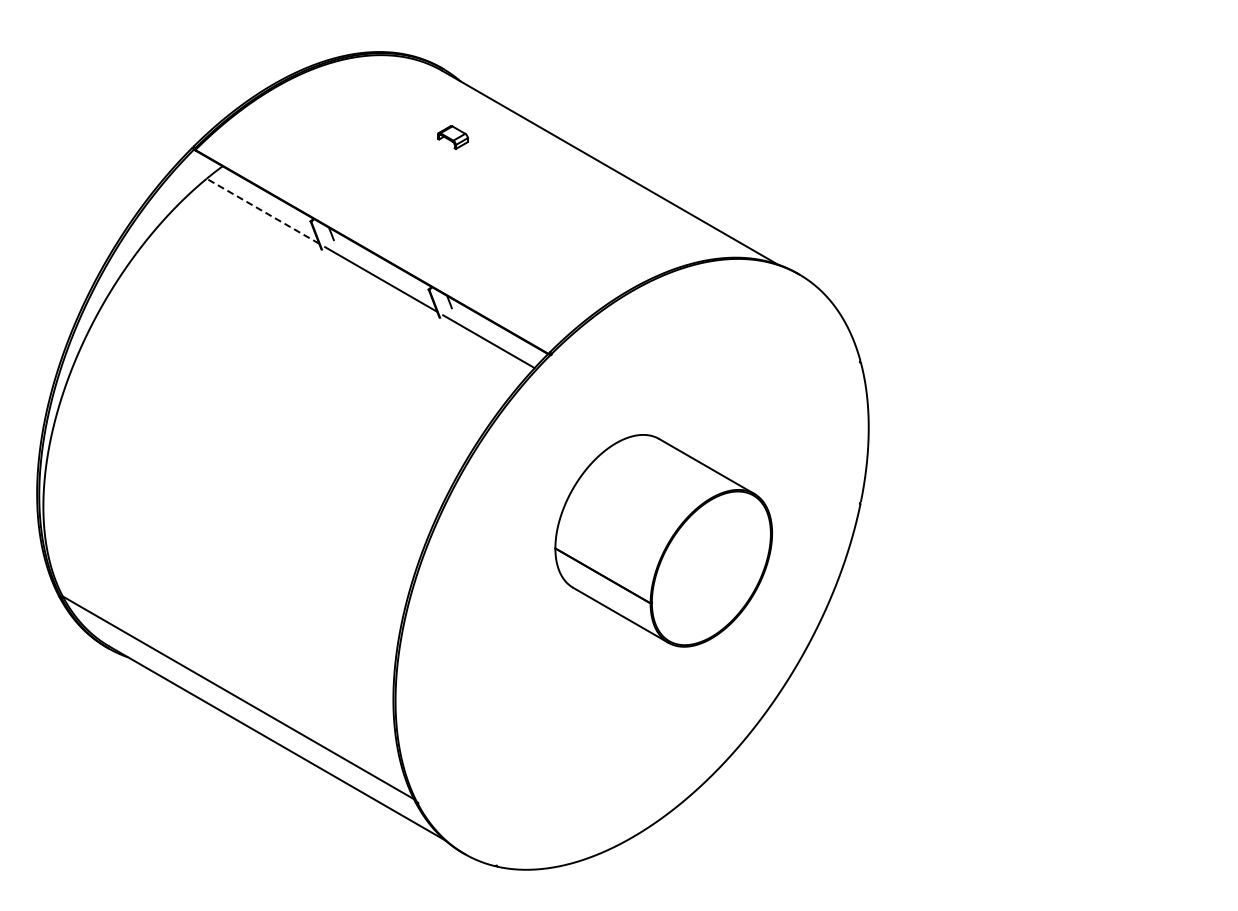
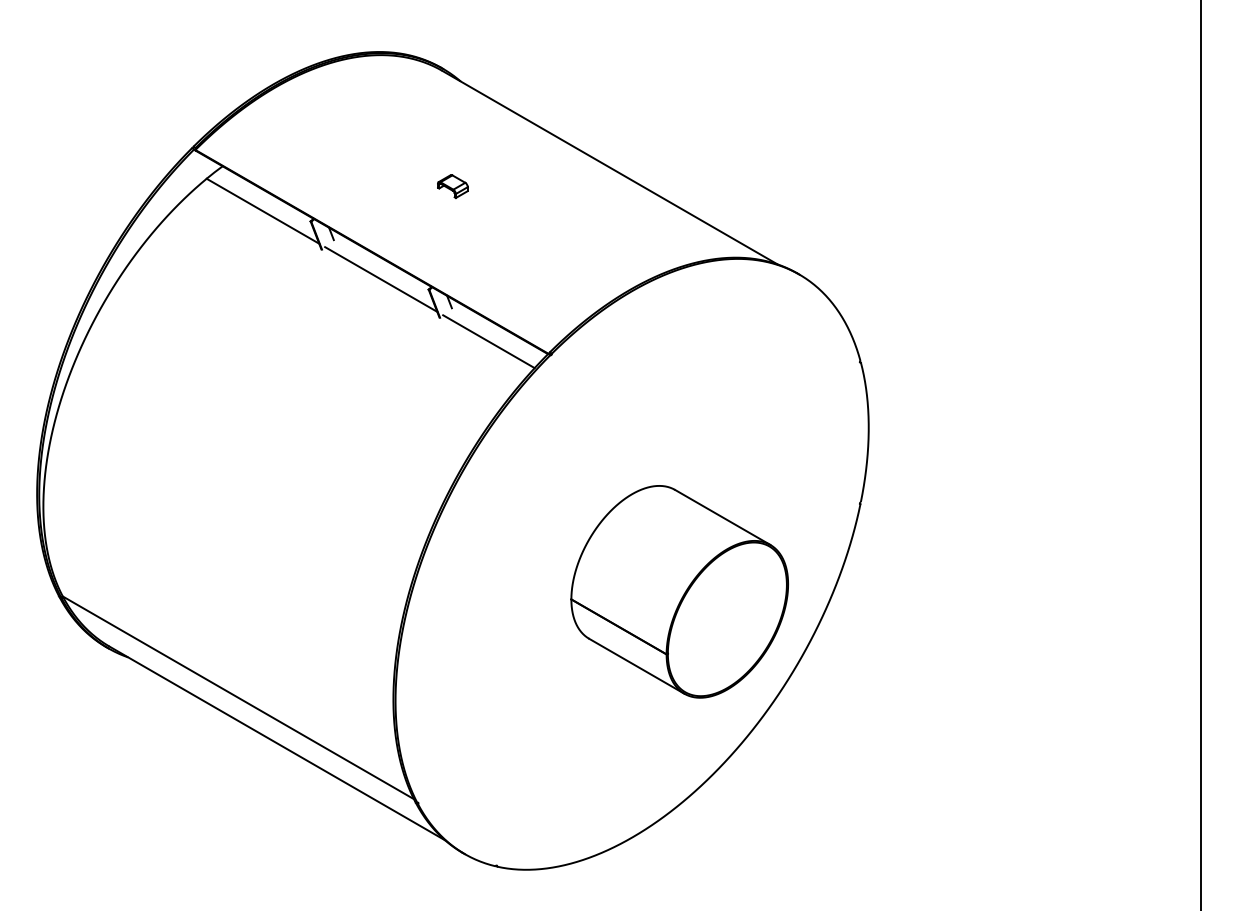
part at (452, 137) position: (452, 137) -> (452, 186)
line at (262, 211): dashed -> solid
line at (1200, 454): none -> present
part at (663, 540) position: (663, 540) -> (679, 591)
